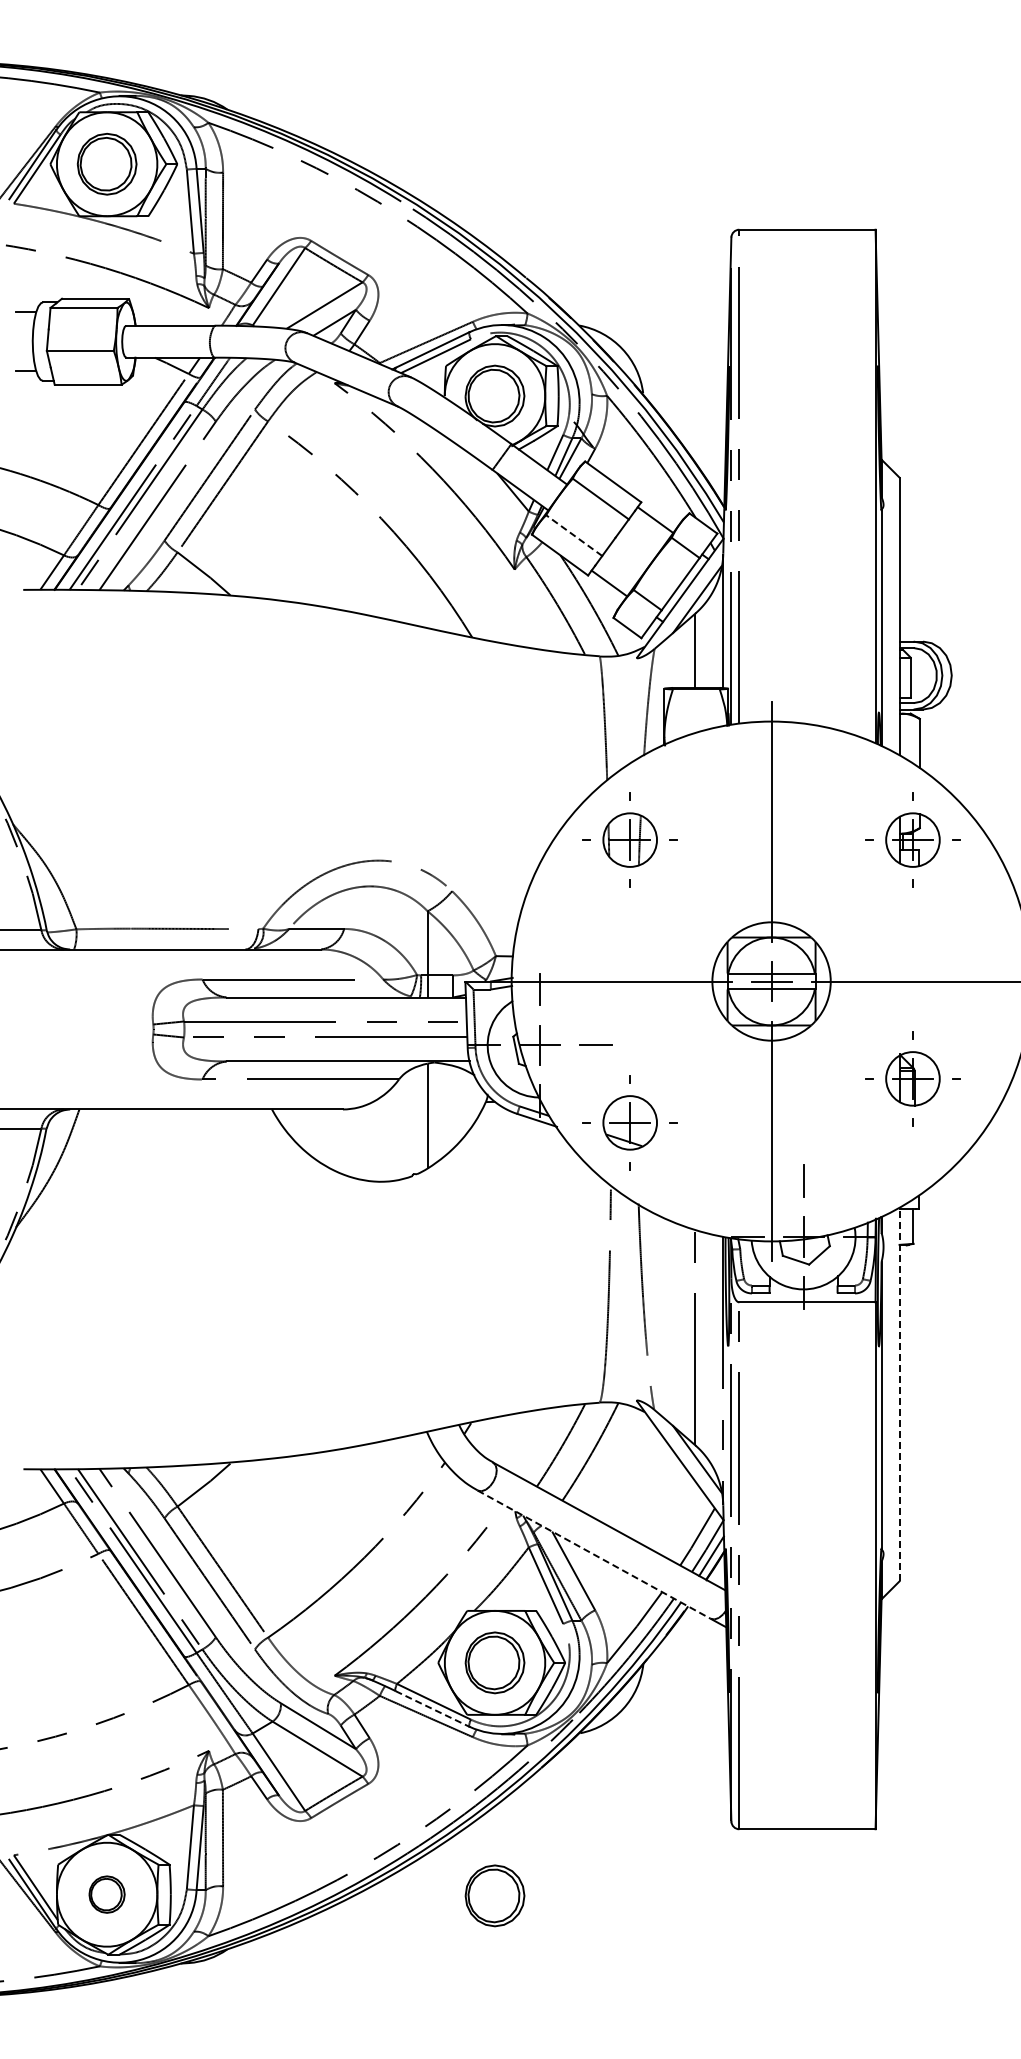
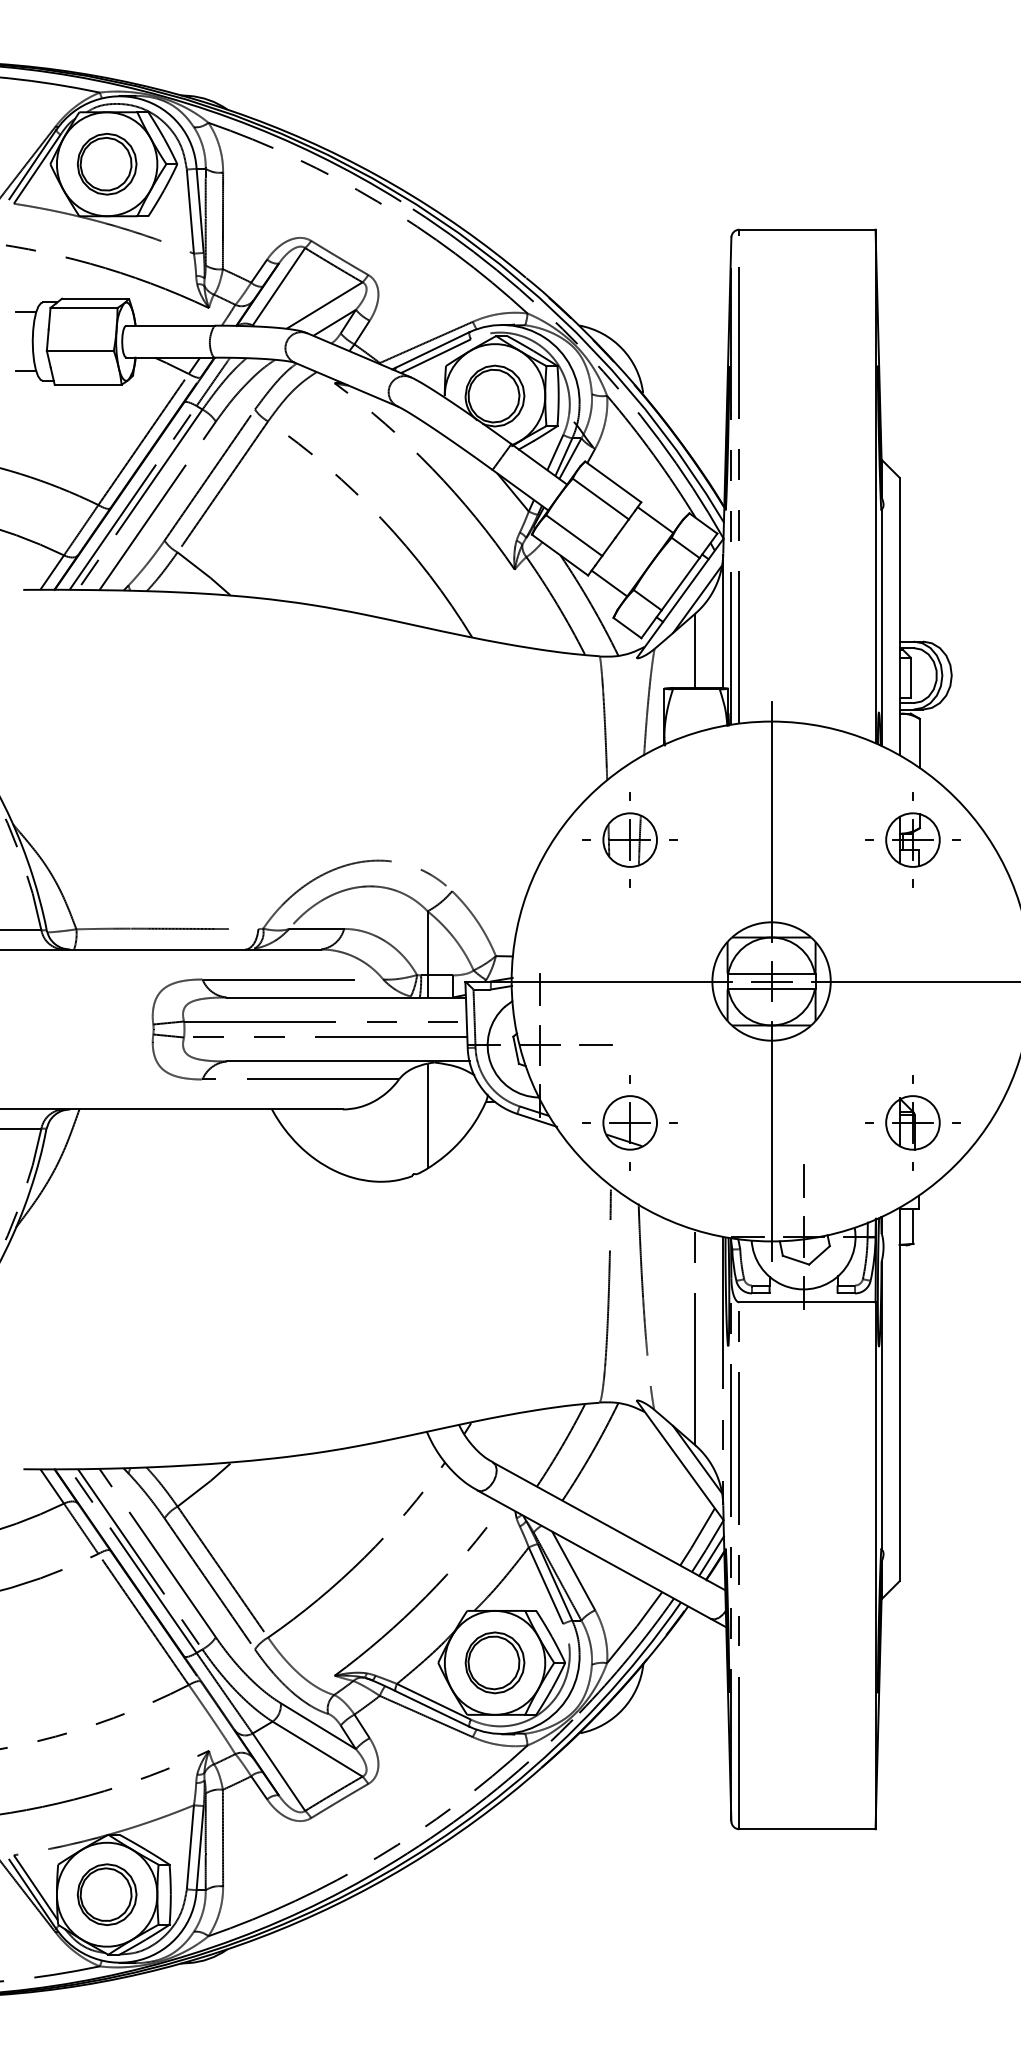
line at (574, 535): dashed -> solid
part at (912, 1078) position: (912, 1078) -> (912, 1122)
line at (899, 1394): dashed -> solid
line at (594, 1554): dashed -> solid
line at (433, 1709): dashed -> solid
part at (106, 1894) size: 38x39 px -> 62x63 px
part at (494, 1895): present -> none
